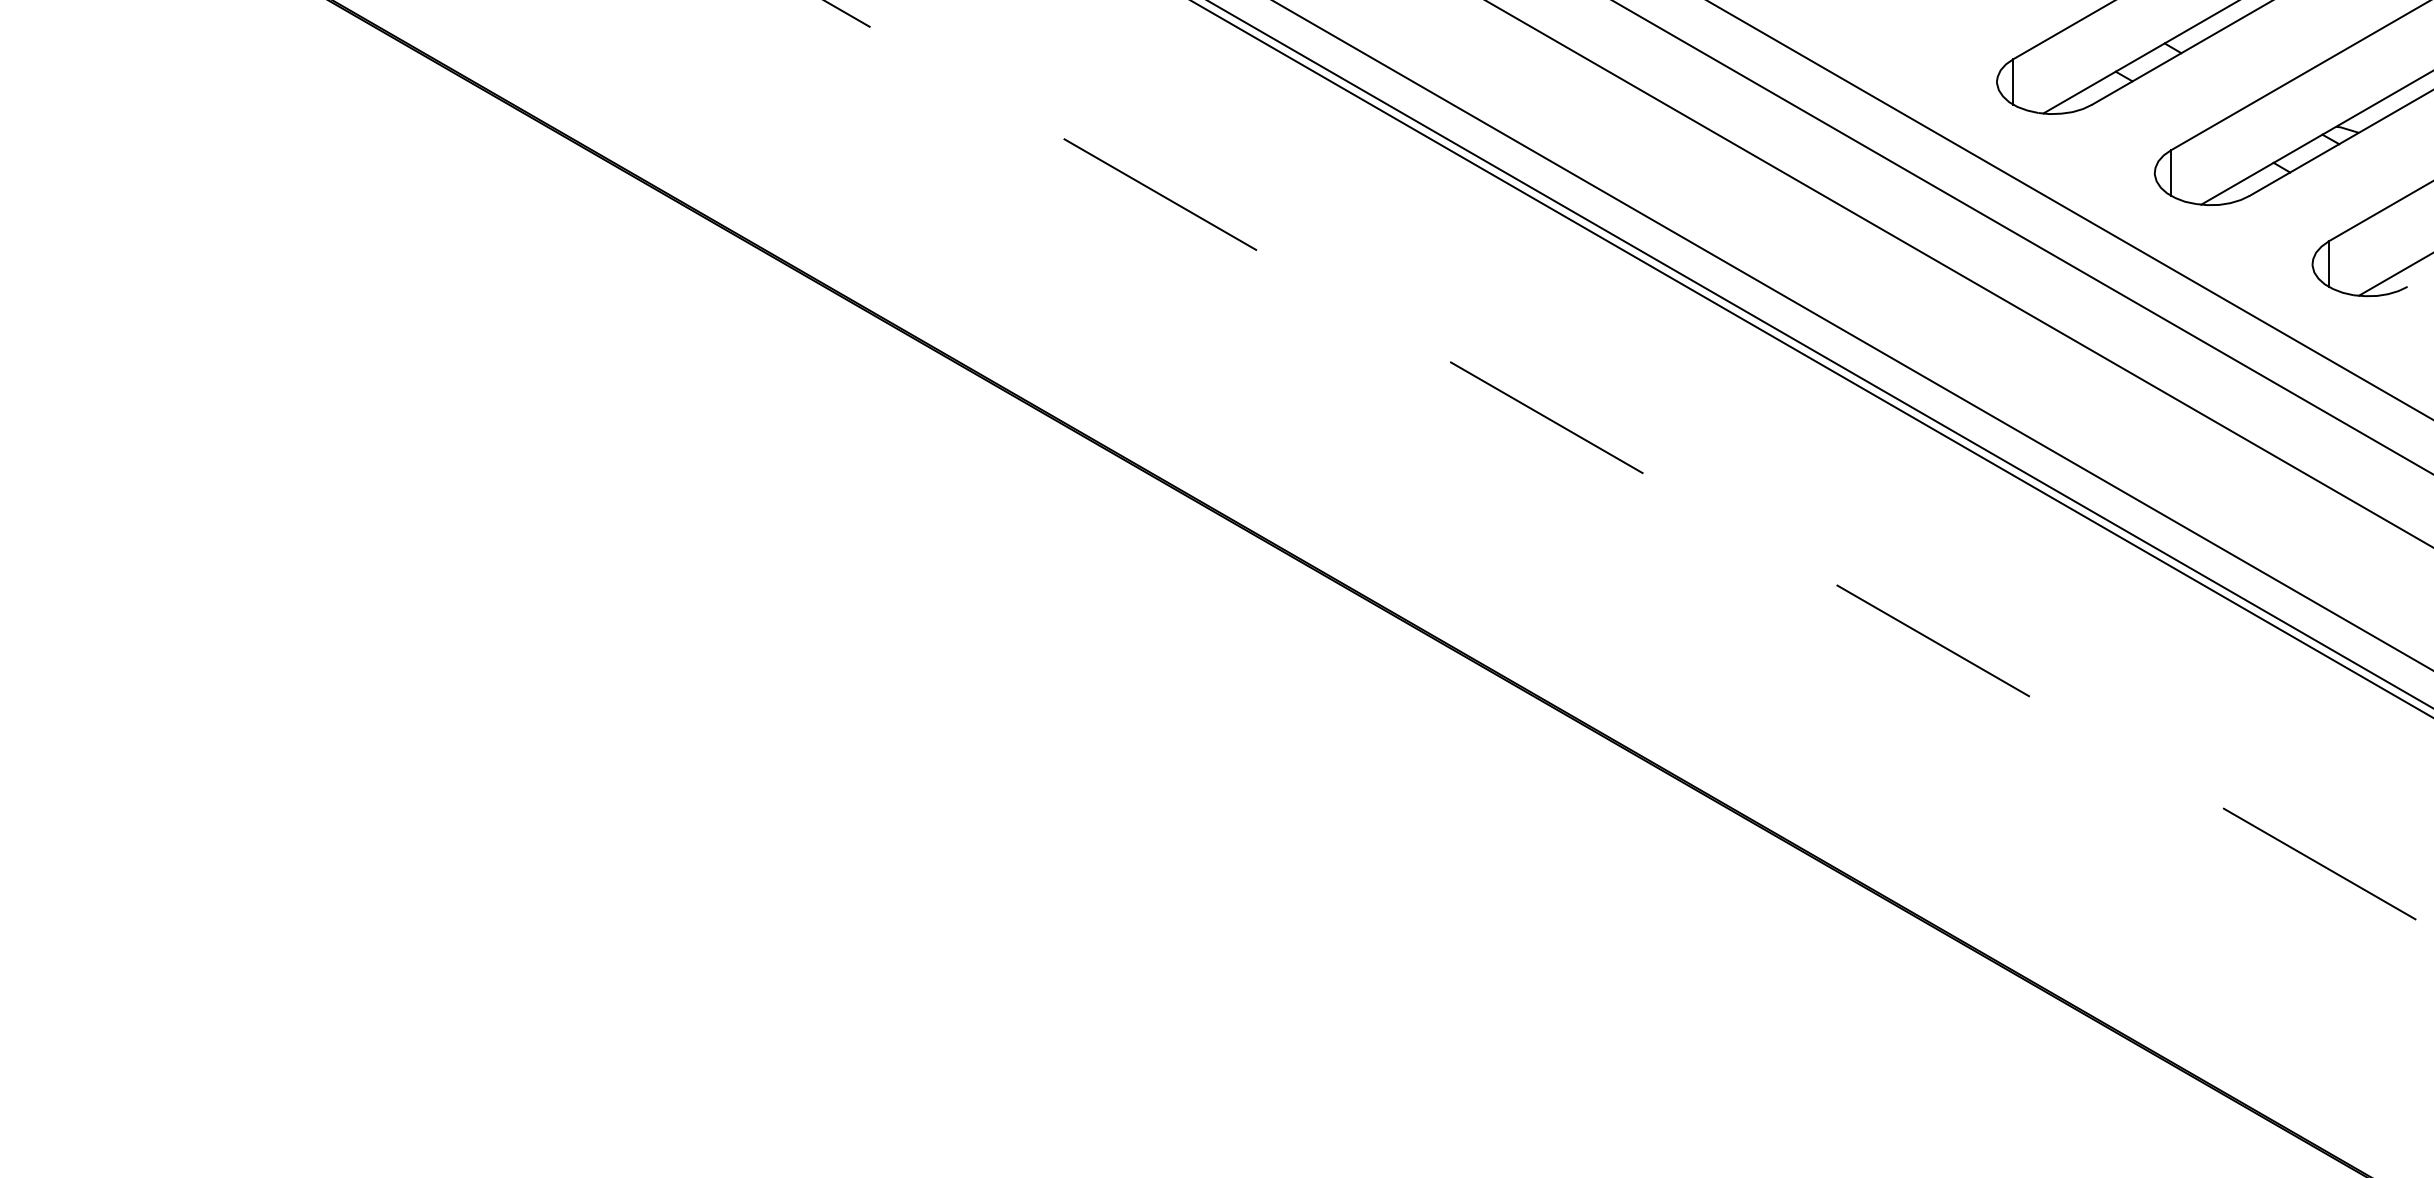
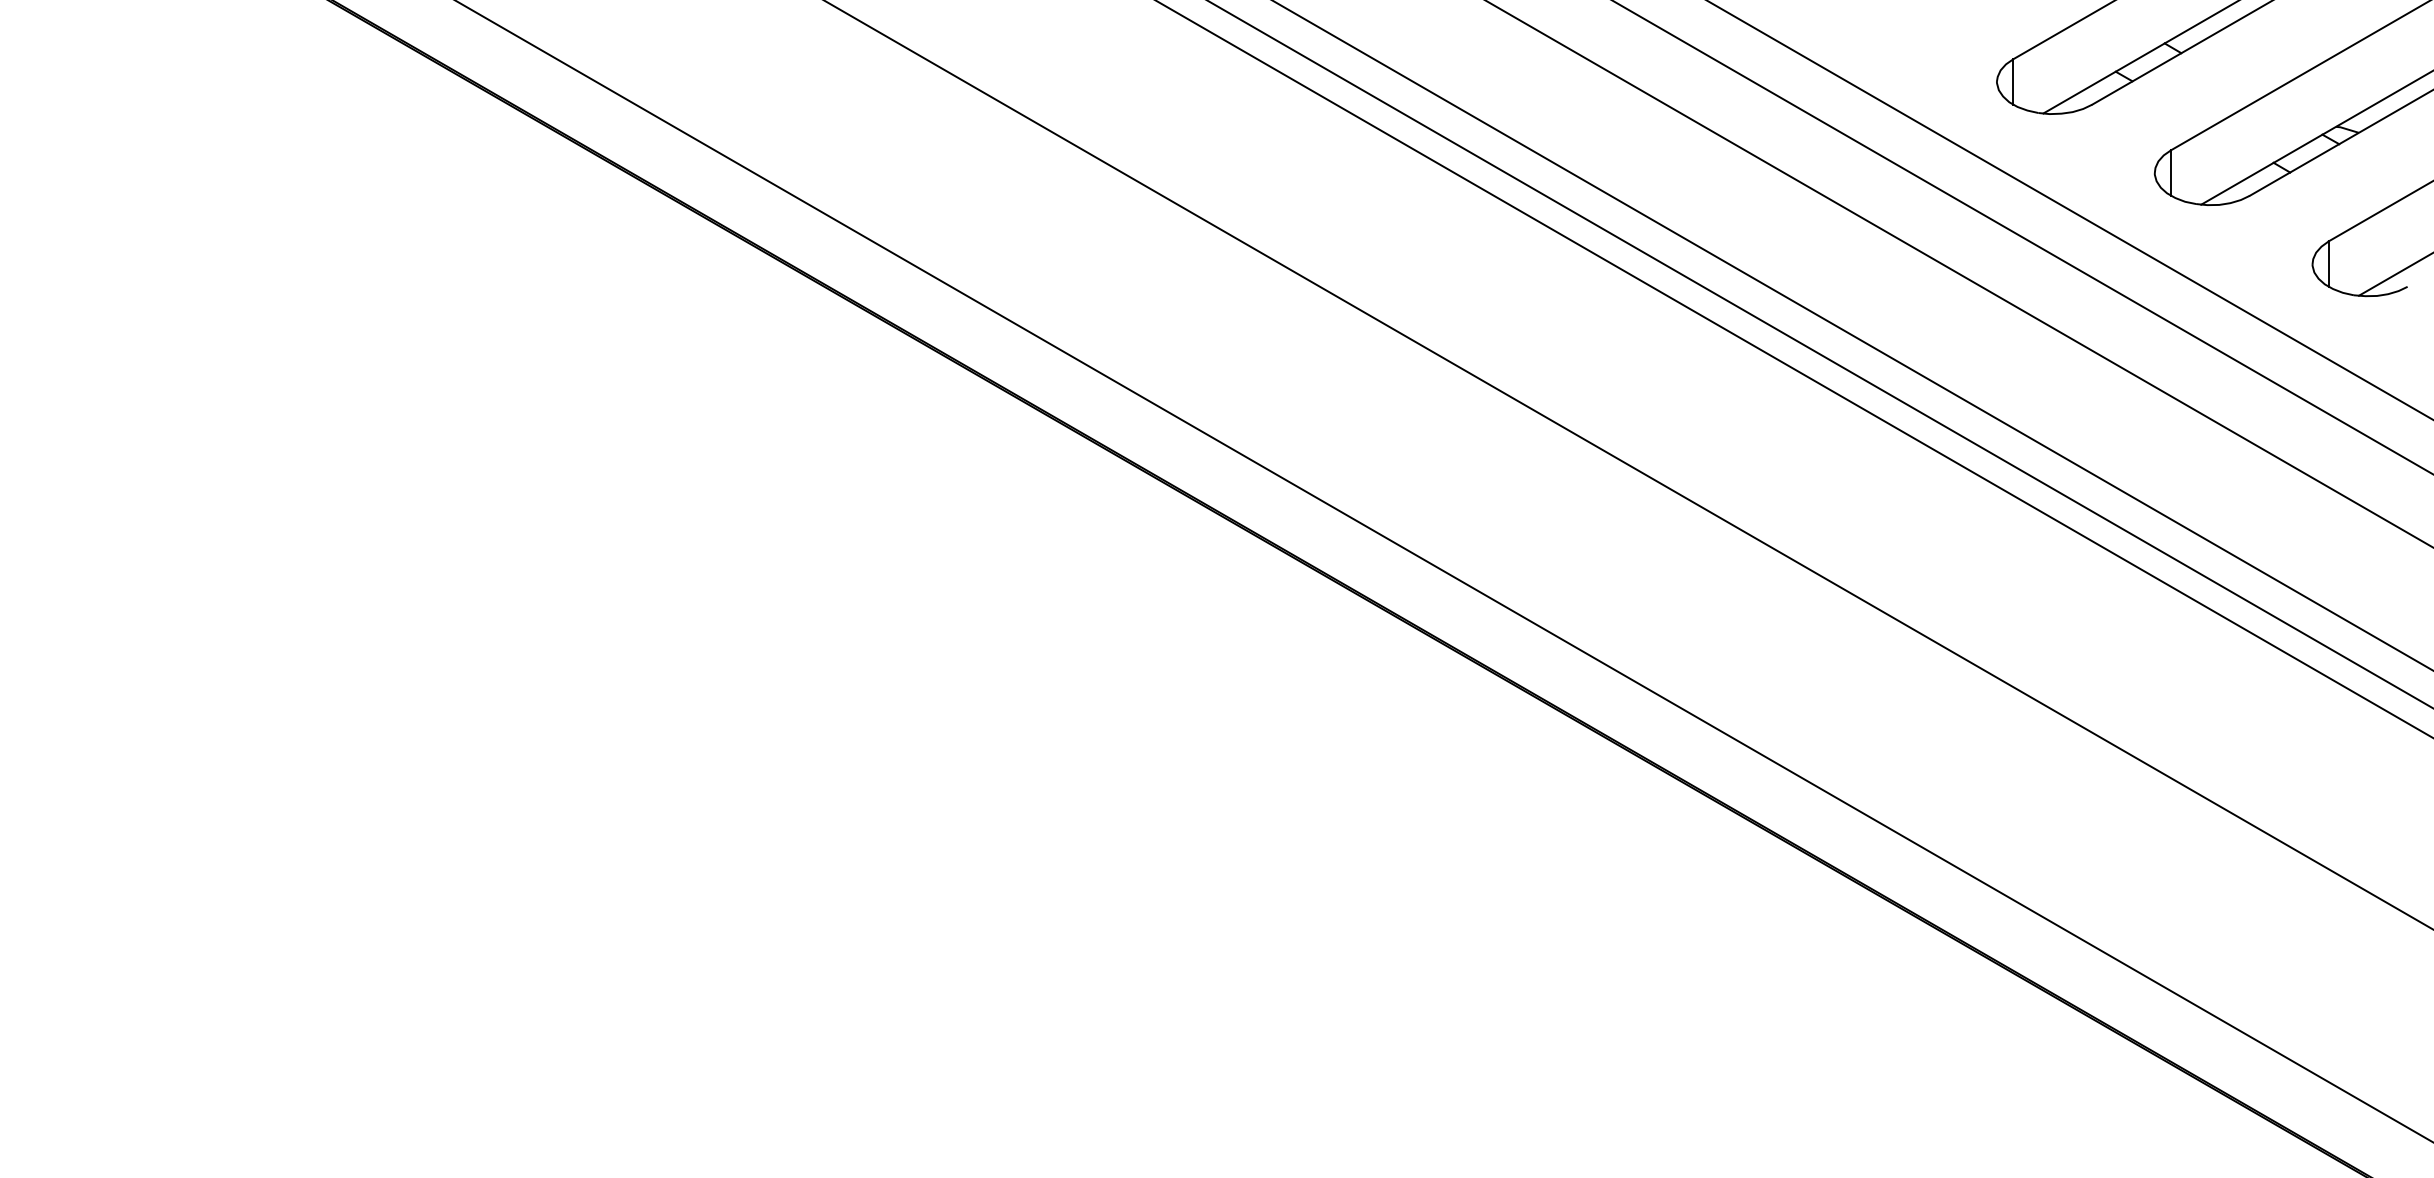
line at (1811, 359) position: (1811, 359) -> (1794, 369)
line at (1628, 464): dashed -> solid
line at (1443, 571): none -> present
